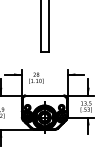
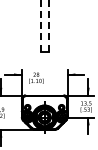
line at (40, 25): solid -> dashed
line at (48, 25): solid -> dashed
